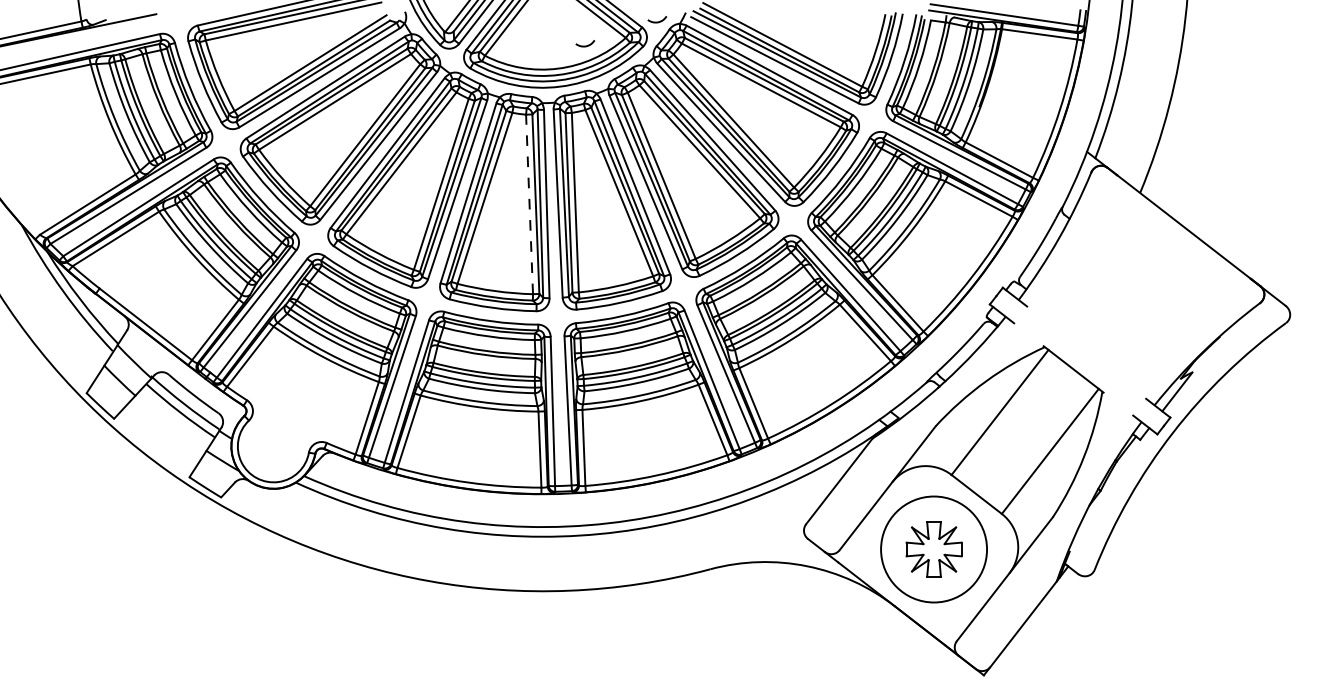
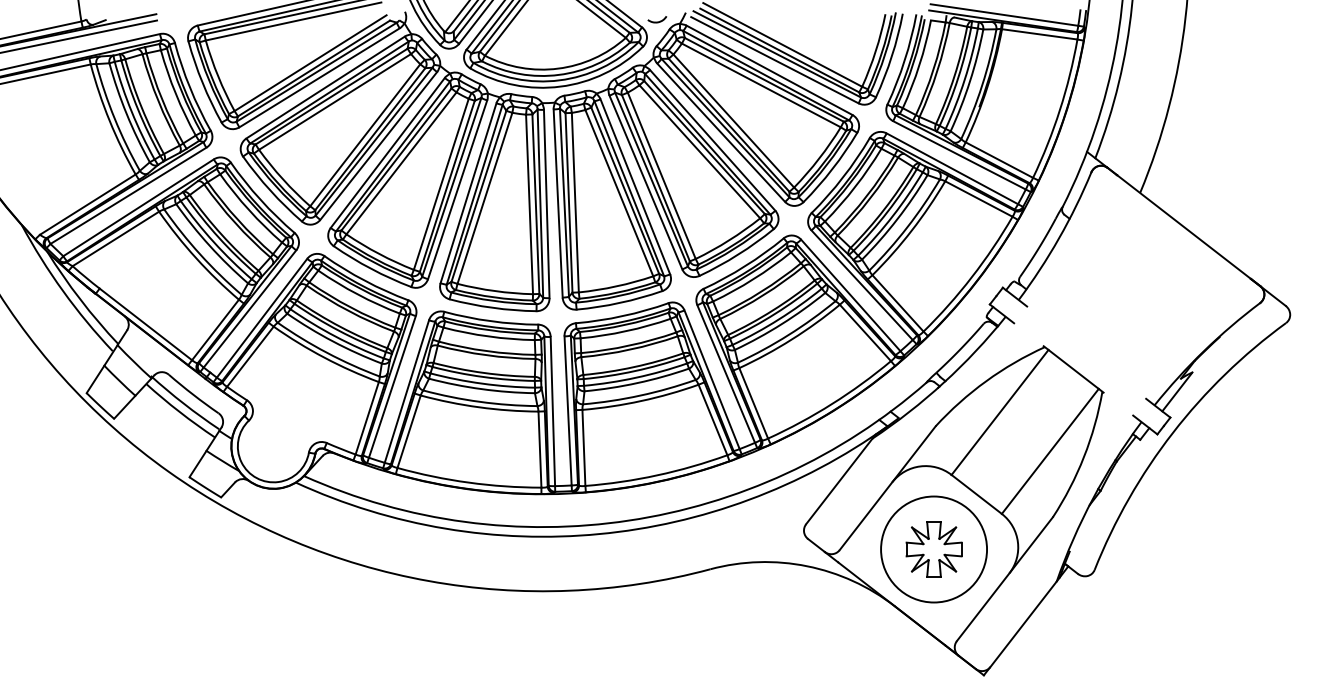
line at (79, 36): none -> present
curve at (585, 45): present -> none
line at (529, 204): dashed -> solid
